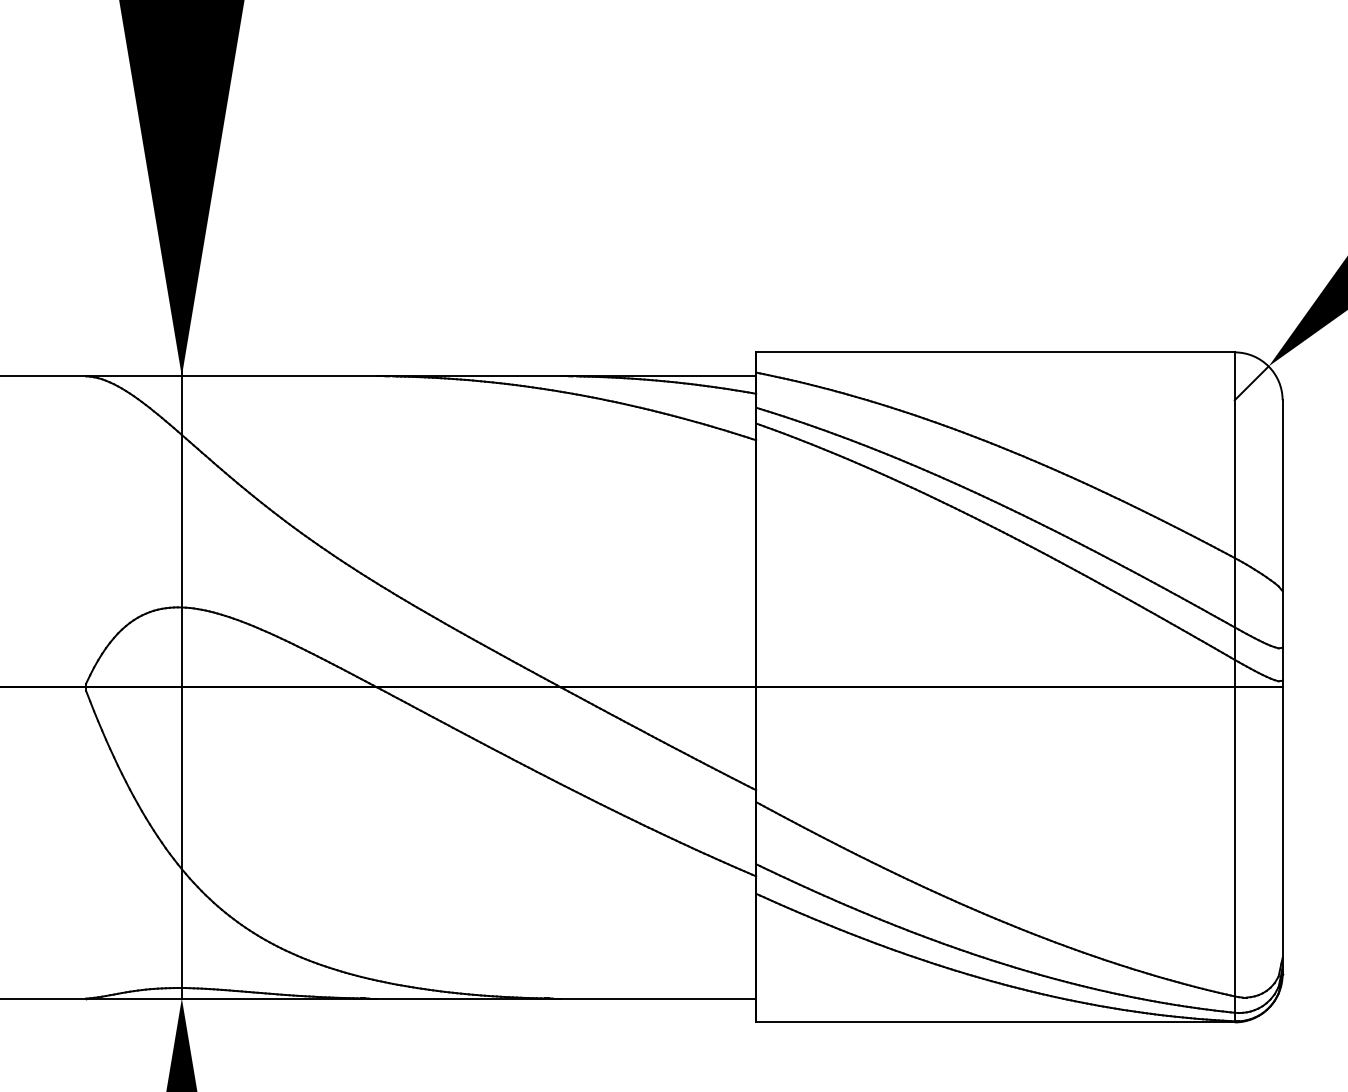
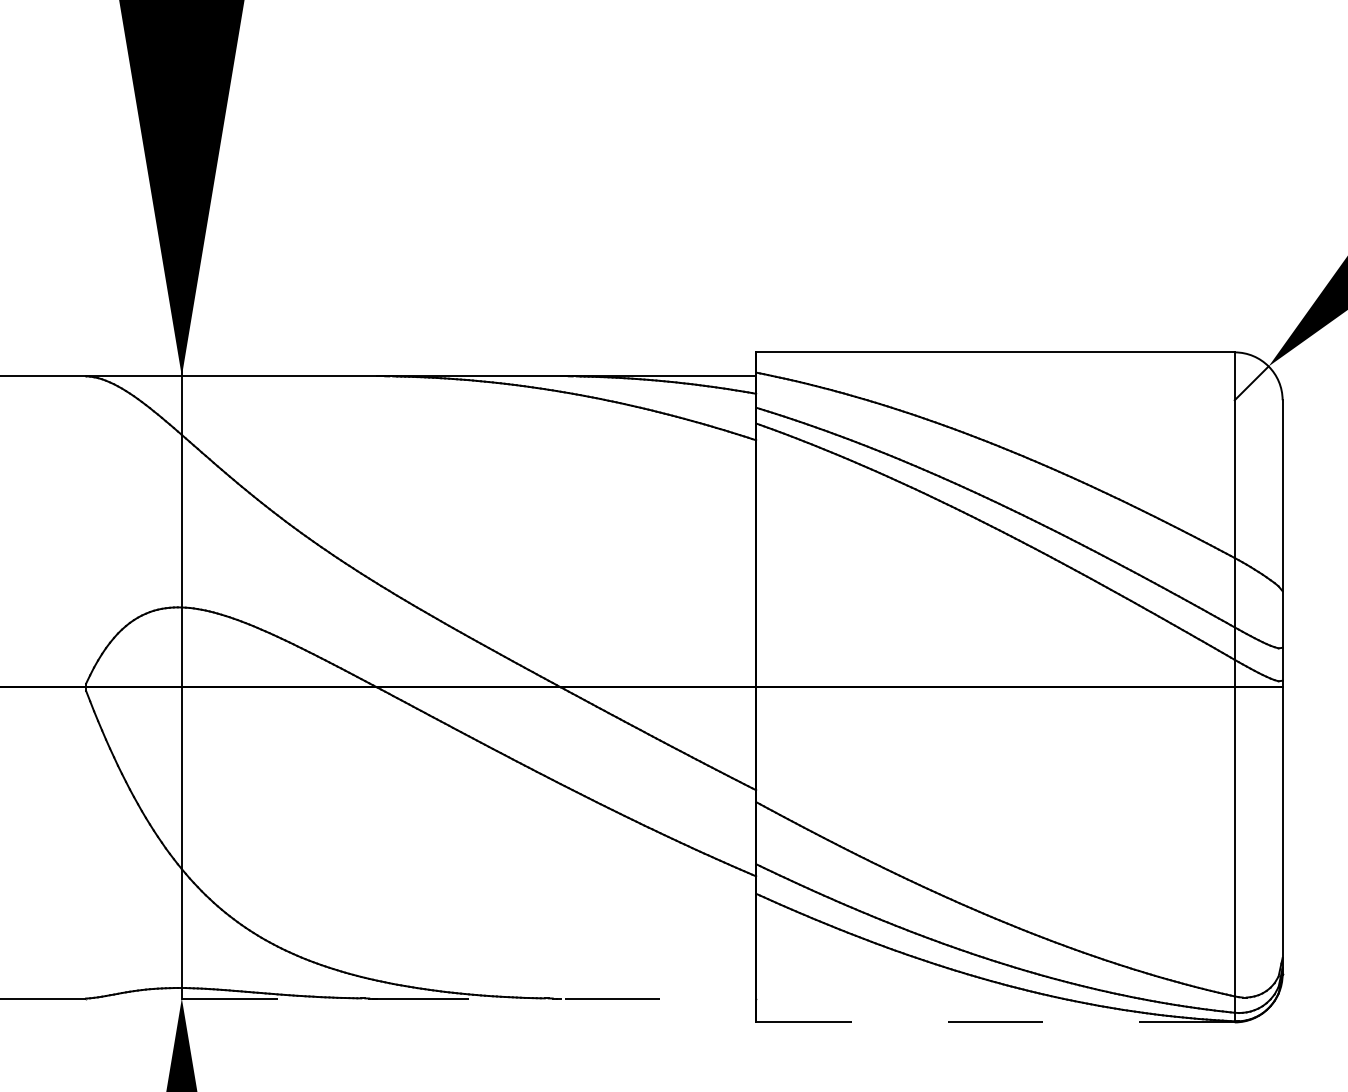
line at (378, 998): solid -> dashed
line at (995, 1022): solid -> dashed
